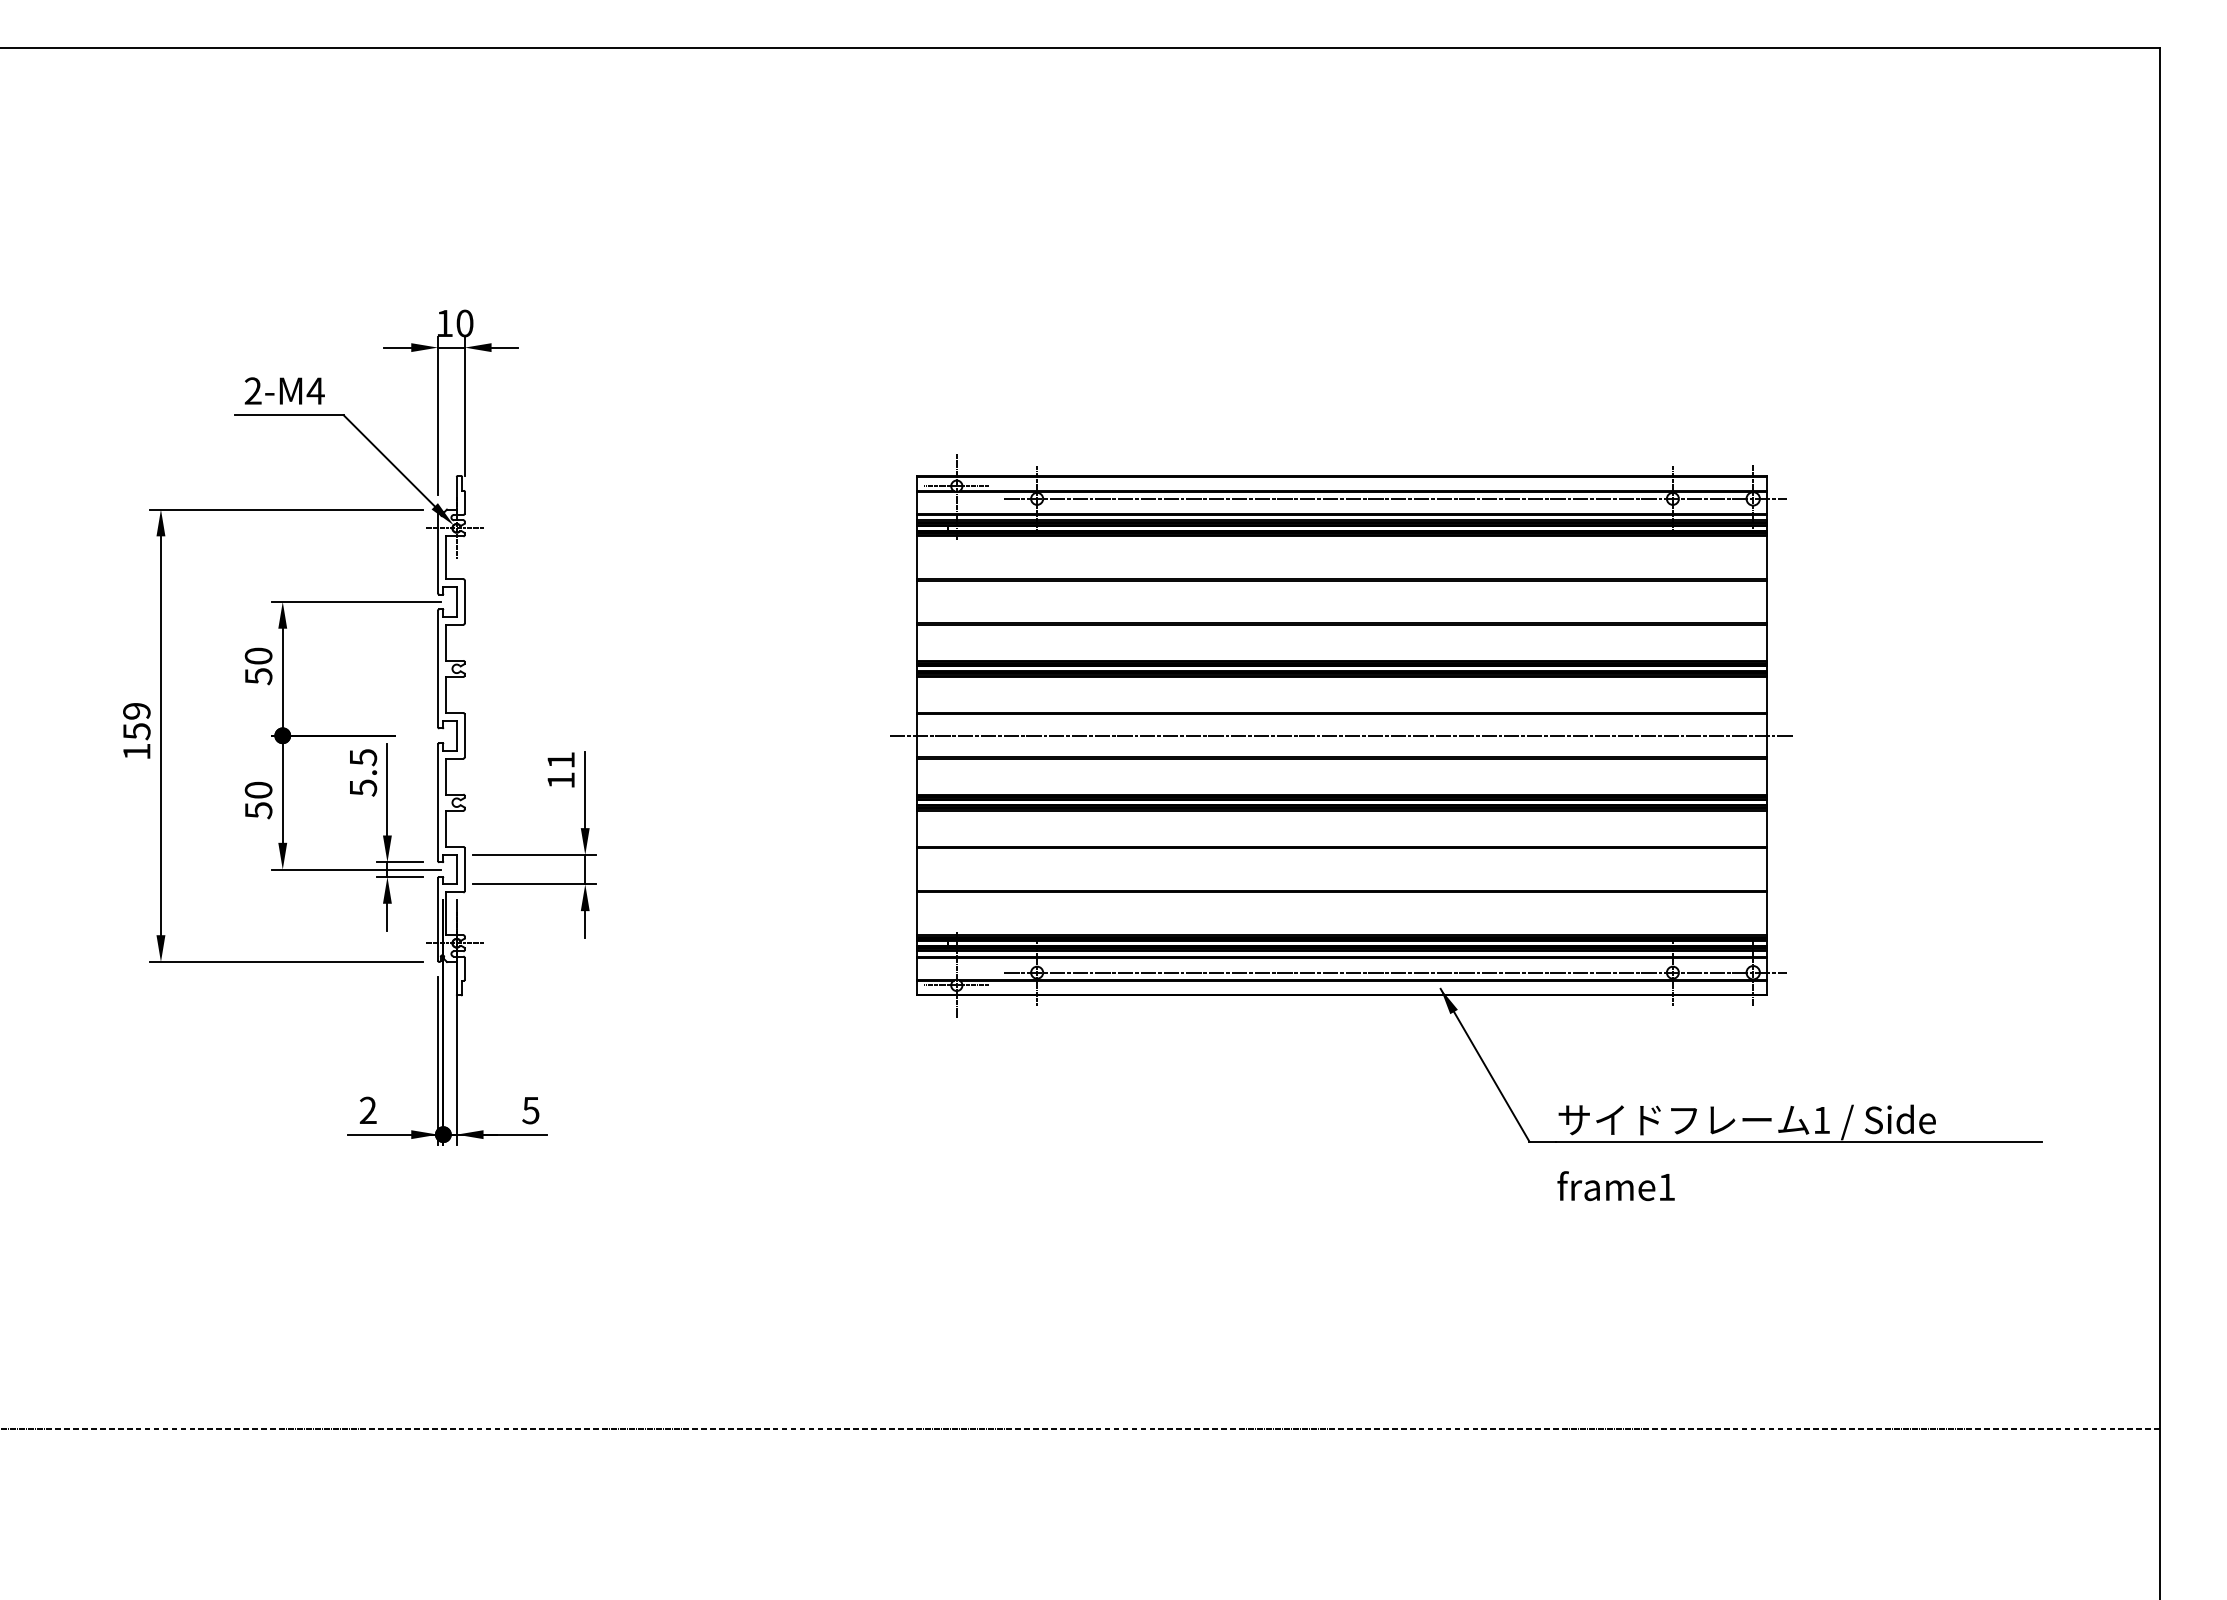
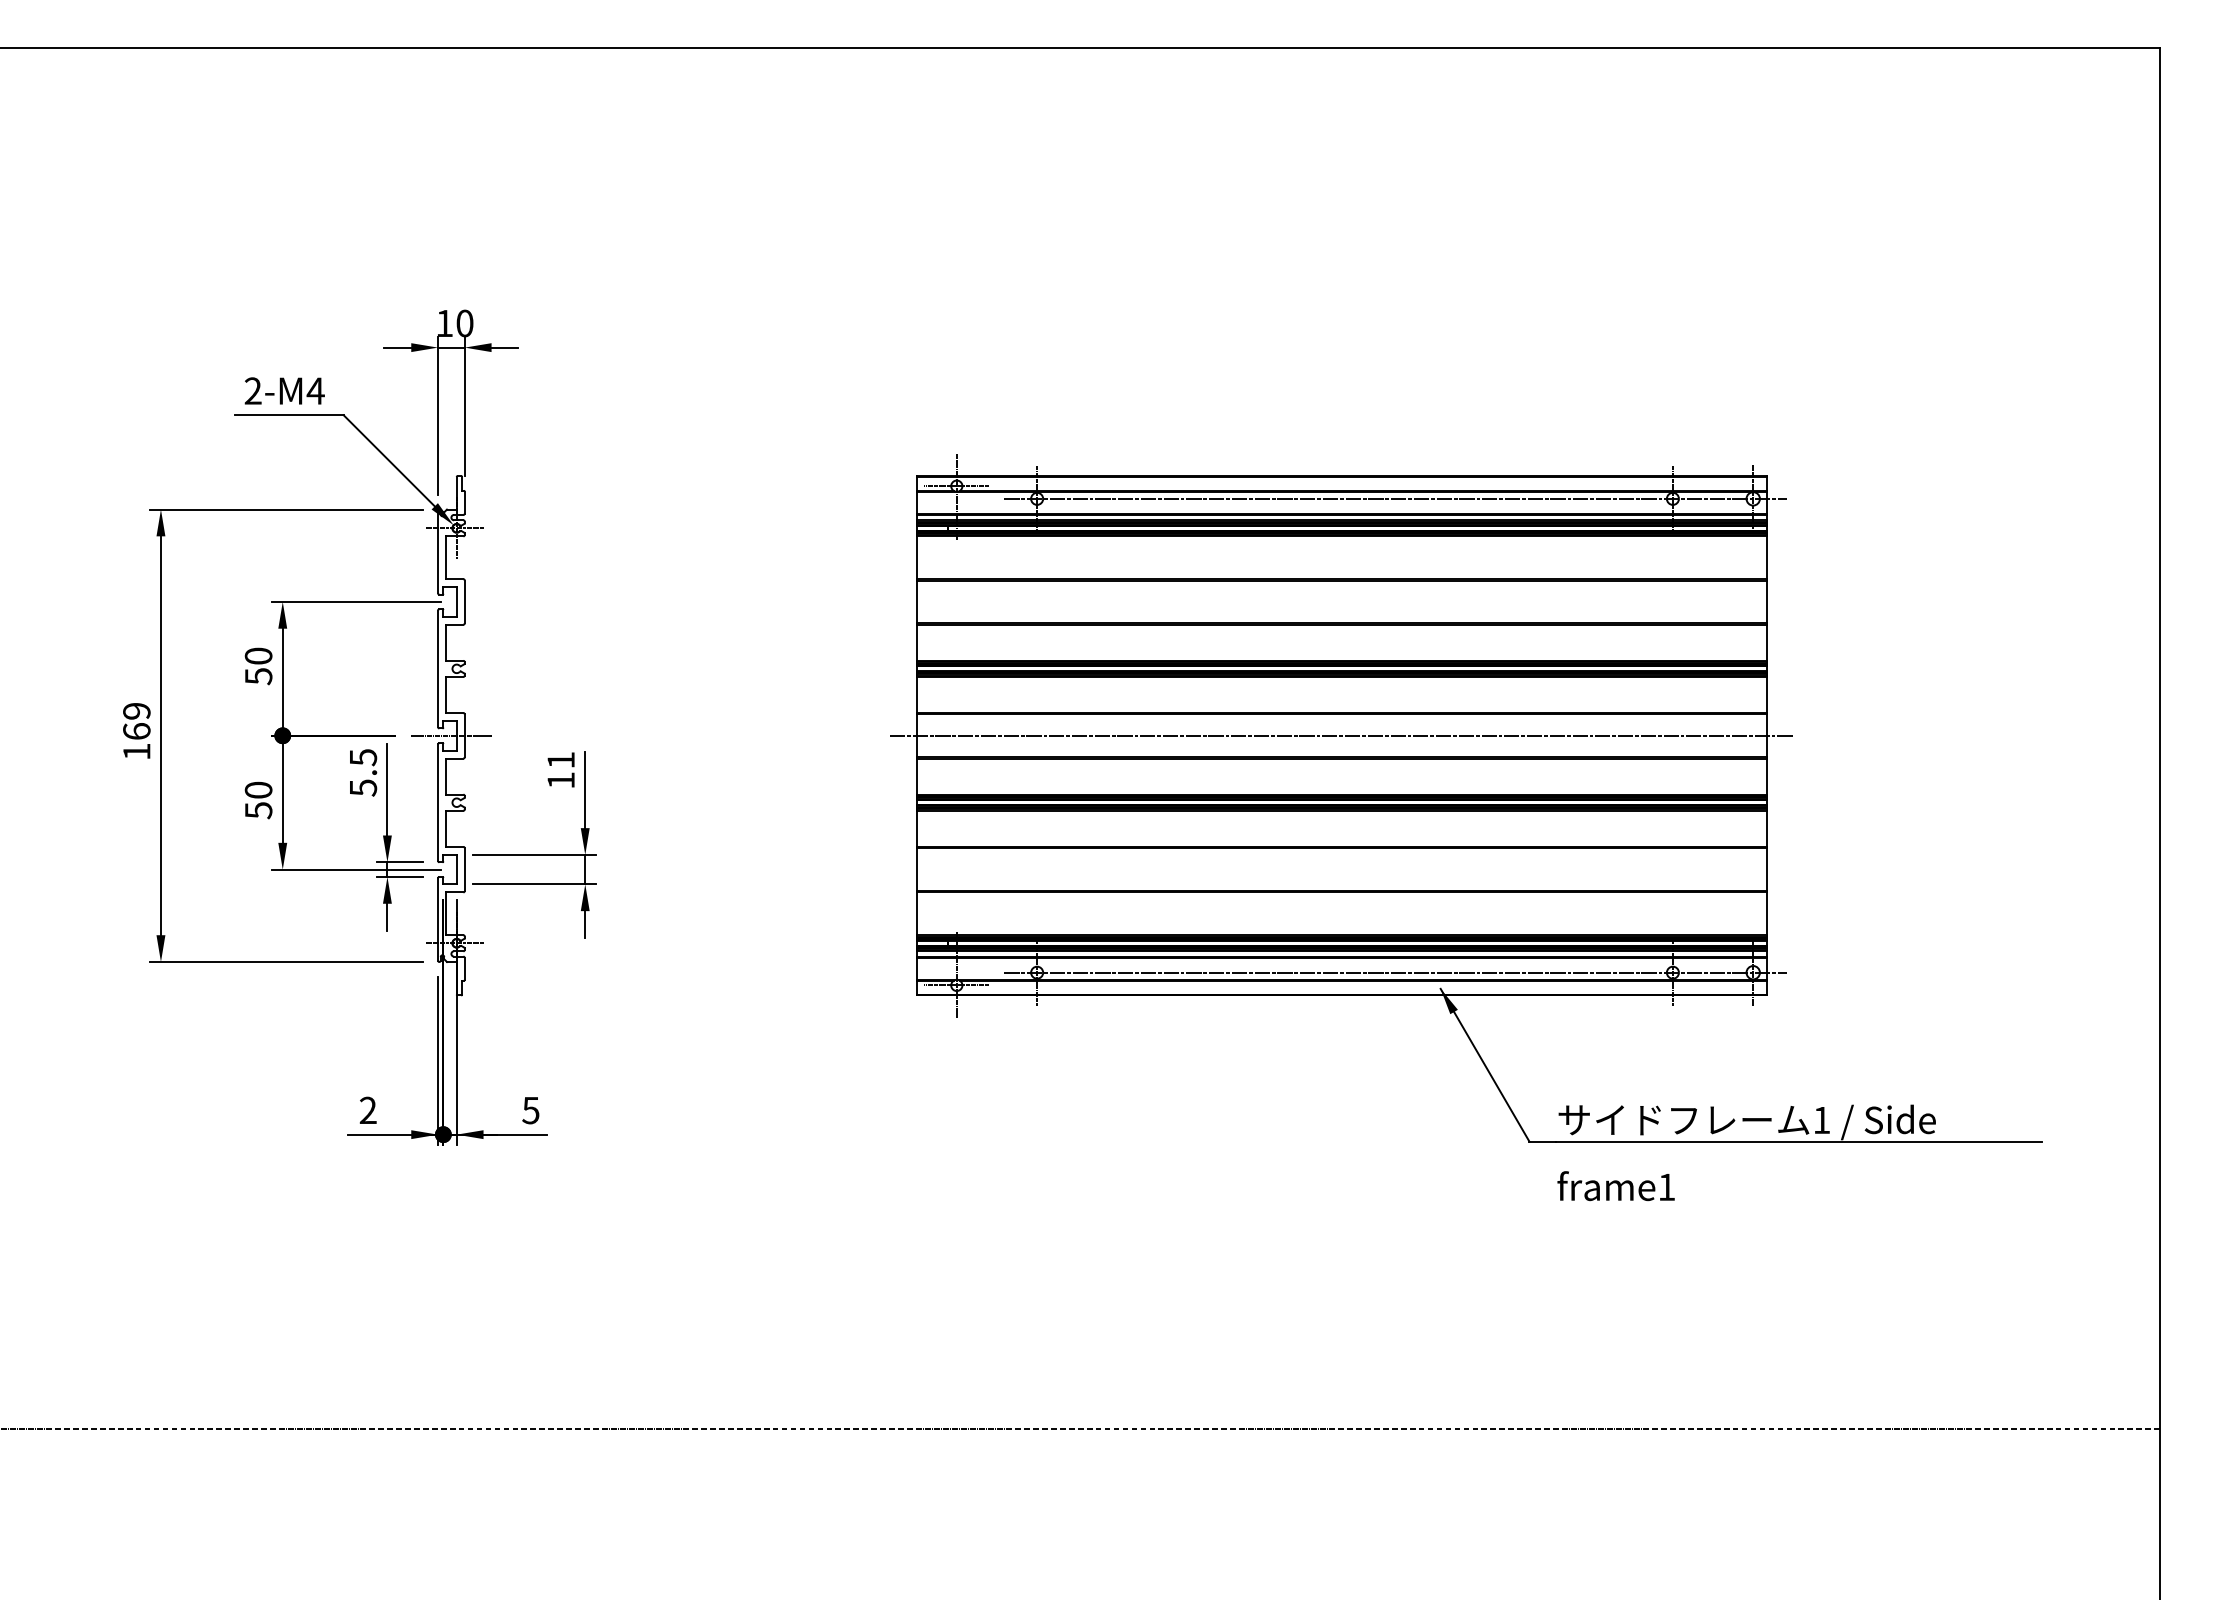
text at (136, 731): 159 -> 169
line at (451, 735): none -> present
